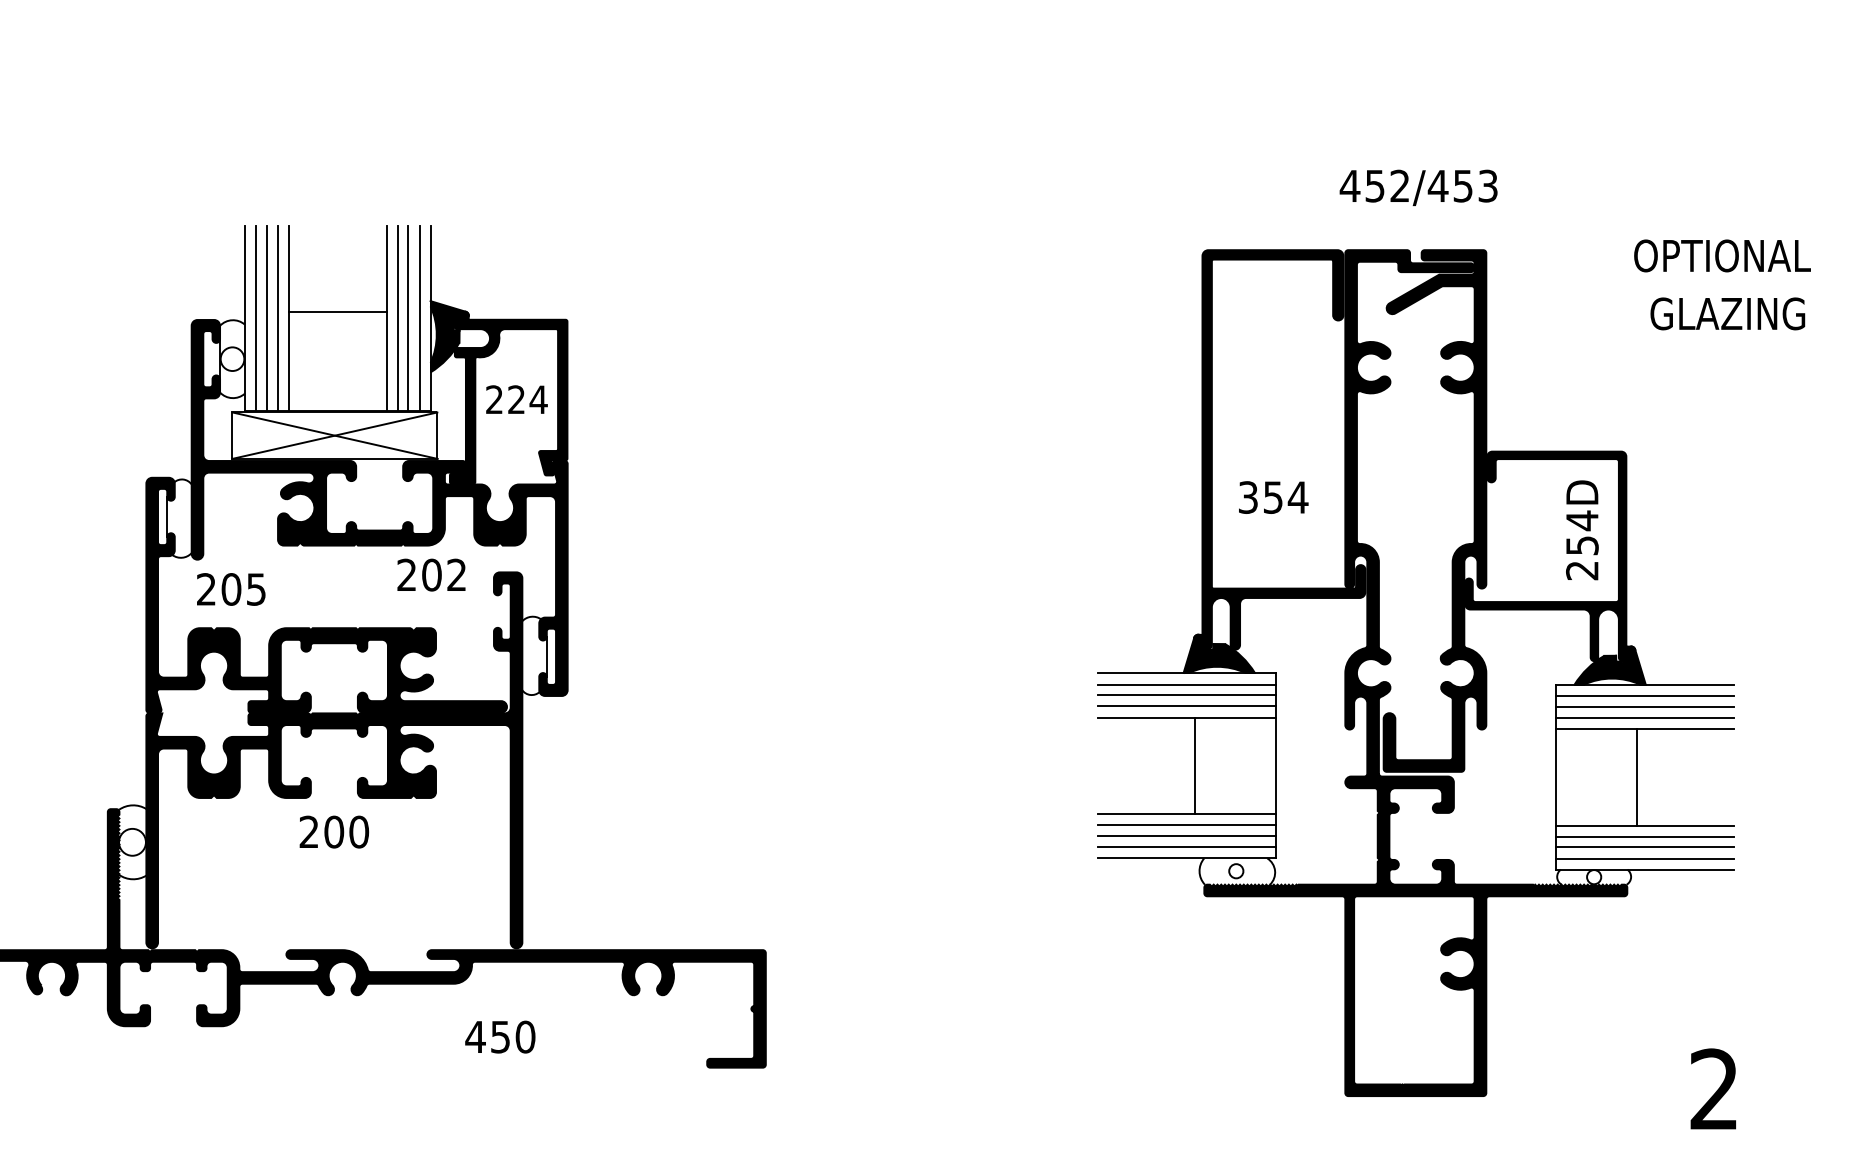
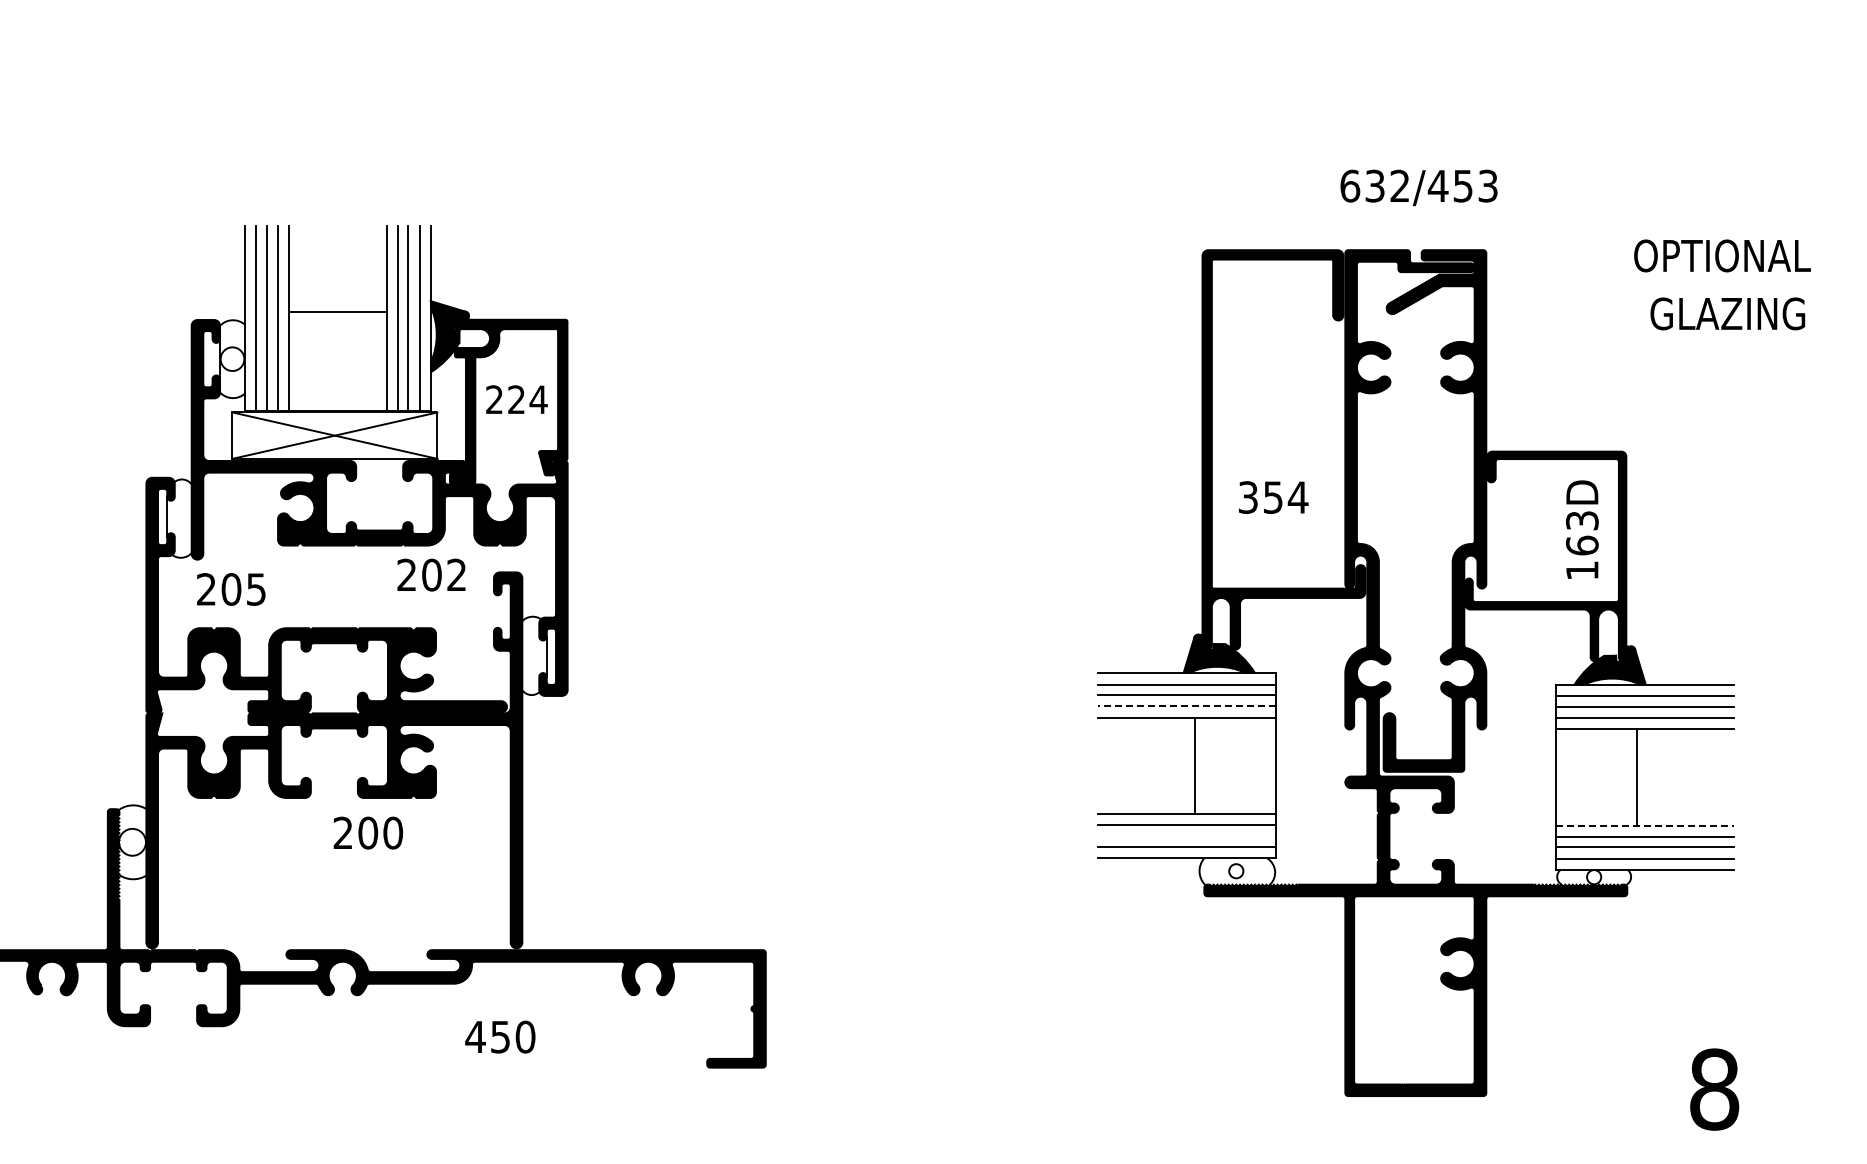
text at (1361, 185): 452/453 -> 632/453
text at (1582, 545): 254D -> 163D
line at (1186, 706): solid -> dashed
line at (1645, 825): solid -> dashed
text at (333, 831) position: (333, 831) -> (367, 832)
line at (1186, 836): present -> none
text at (1714, 1089): 2 -> 8
